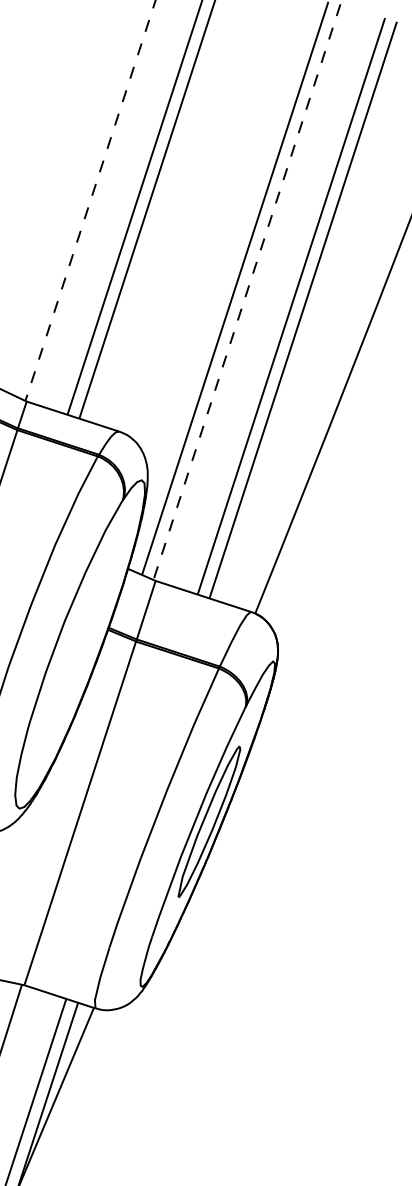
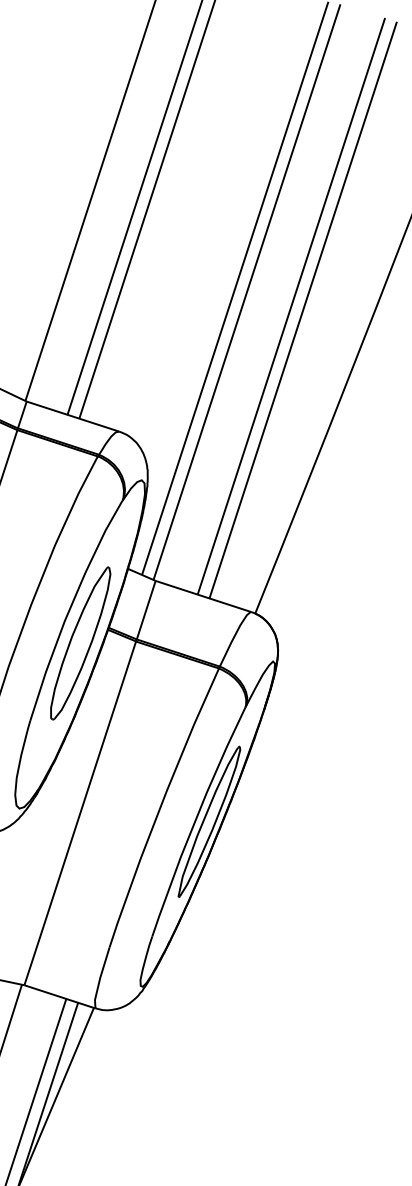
line at (90, 201): dashed -> solid
line at (247, 292): dashed -> solid
part at (80, 643): none -> present
